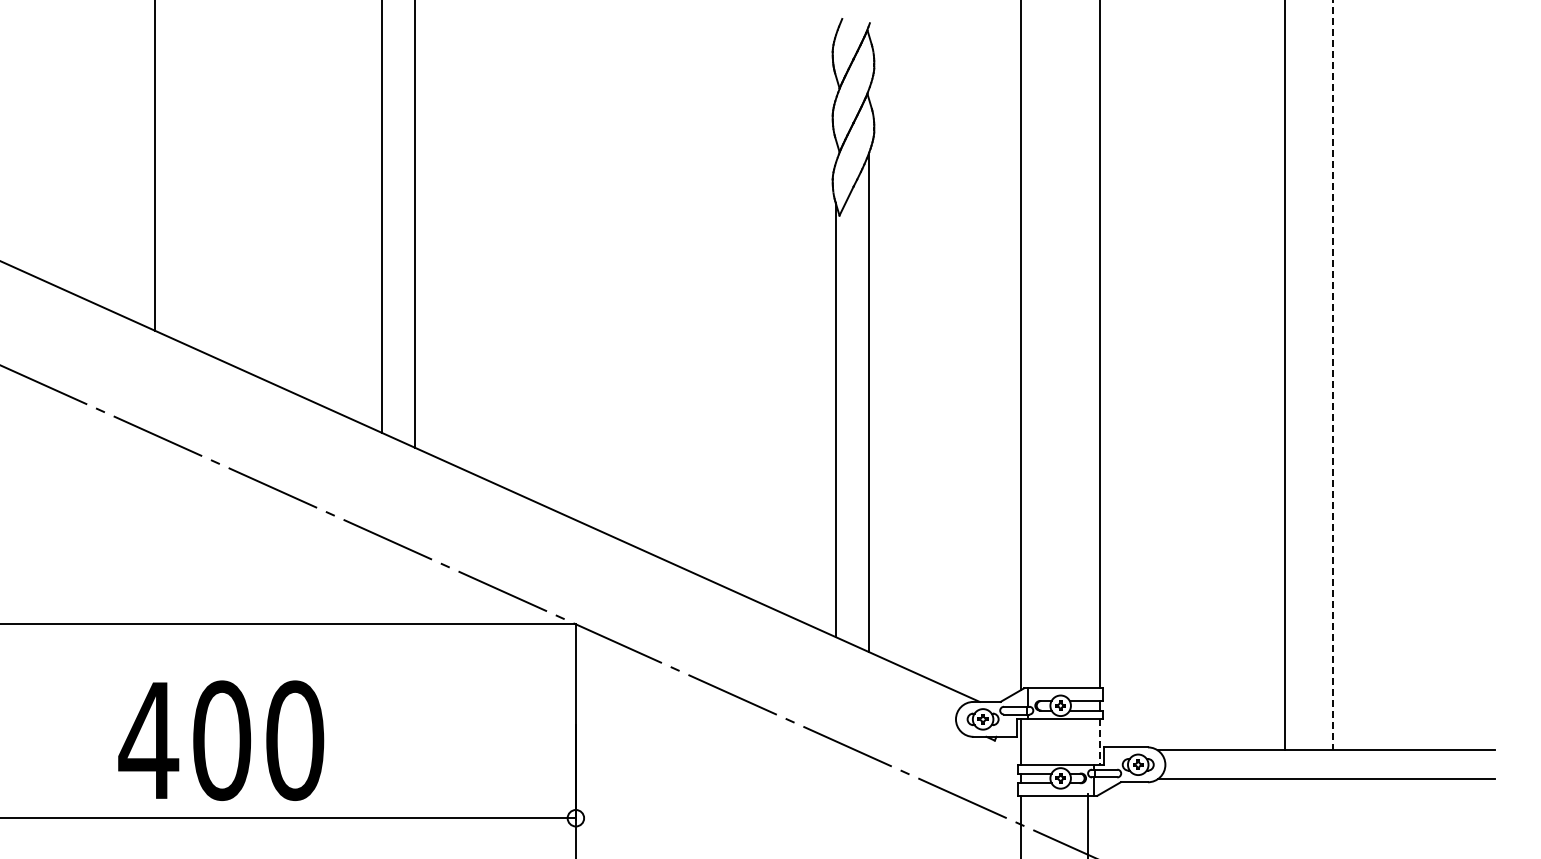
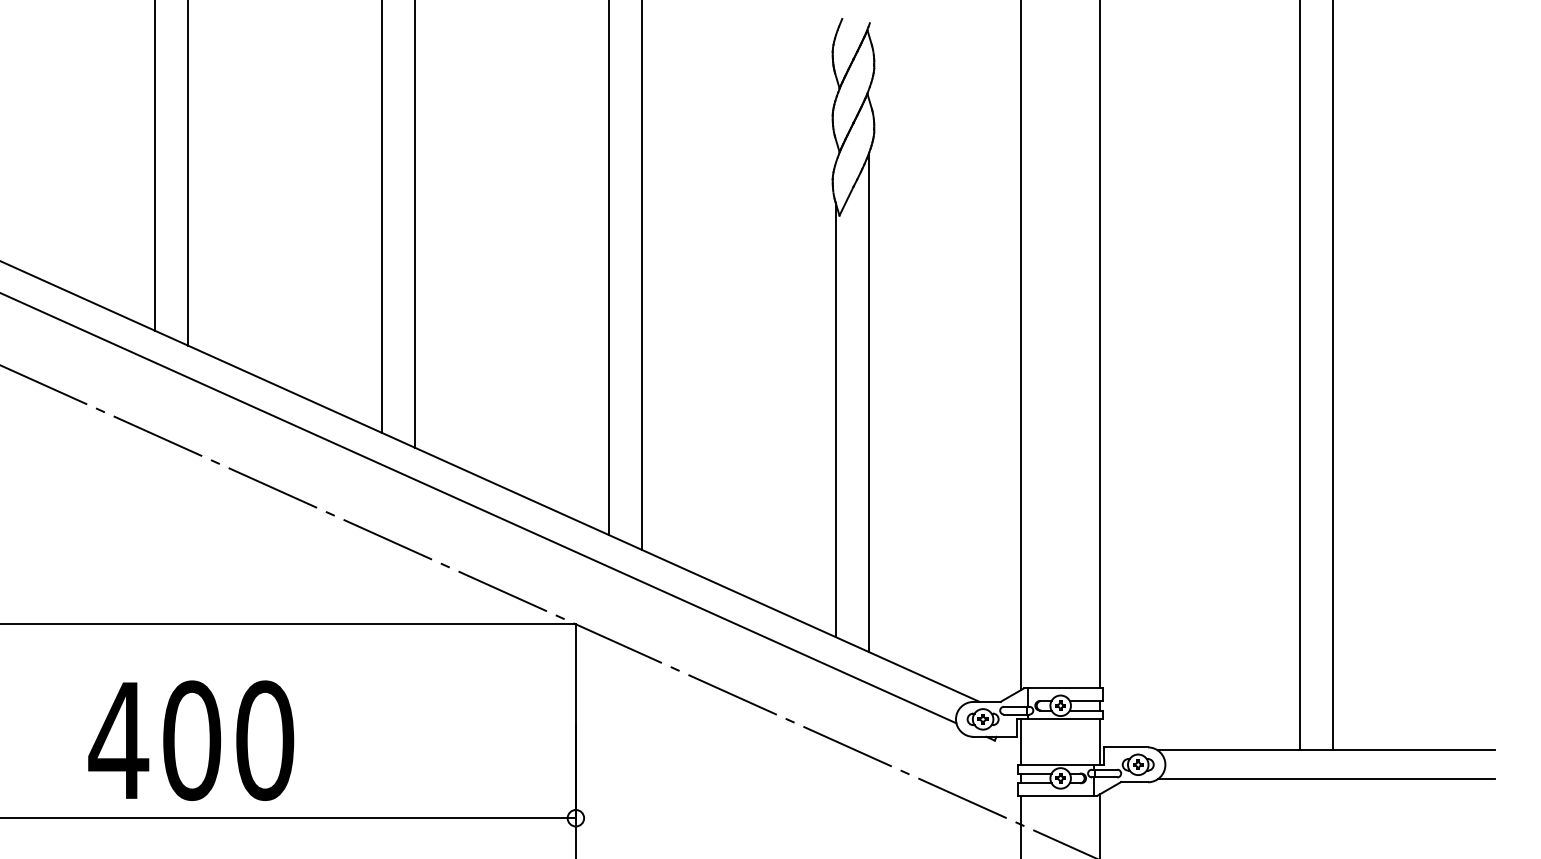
line at (188, 173): none -> present
line at (608, 268): none -> present
line at (641, 275): none -> present
line at (1333, 375): dashed -> solid
line at (1285, 376) position: (1285, 376) -> (1300, 376)
line at (479, 508): none -> present
text at (221, 740) position: (221, 740) -> (191, 740)
line at (1099, 742): dashed -> solid
line at (1087, 824) position: (1087, 824) -> (1099, 824)
